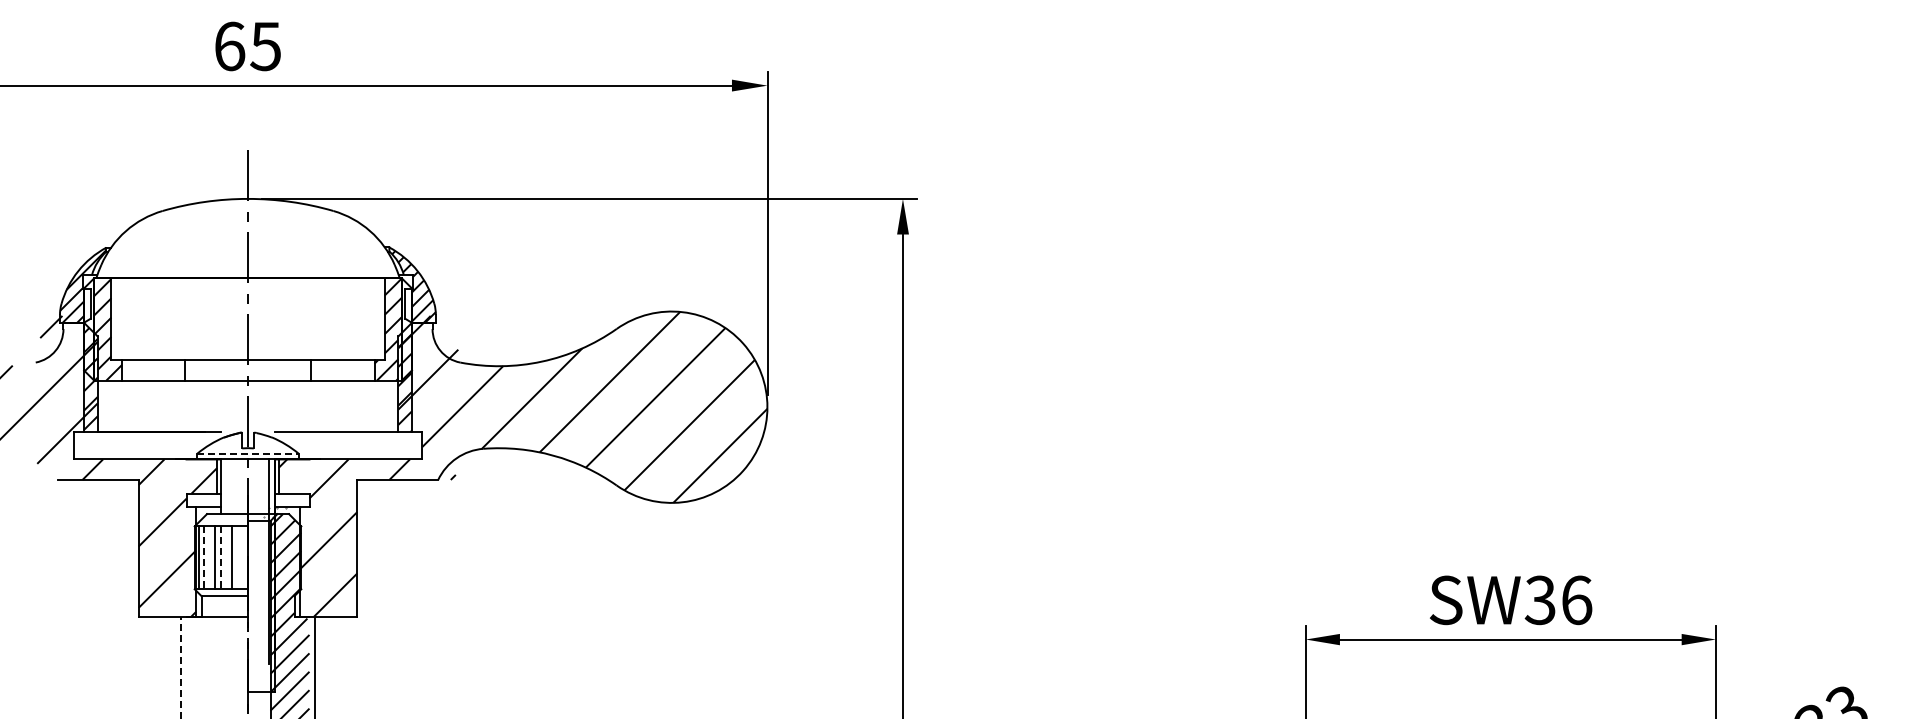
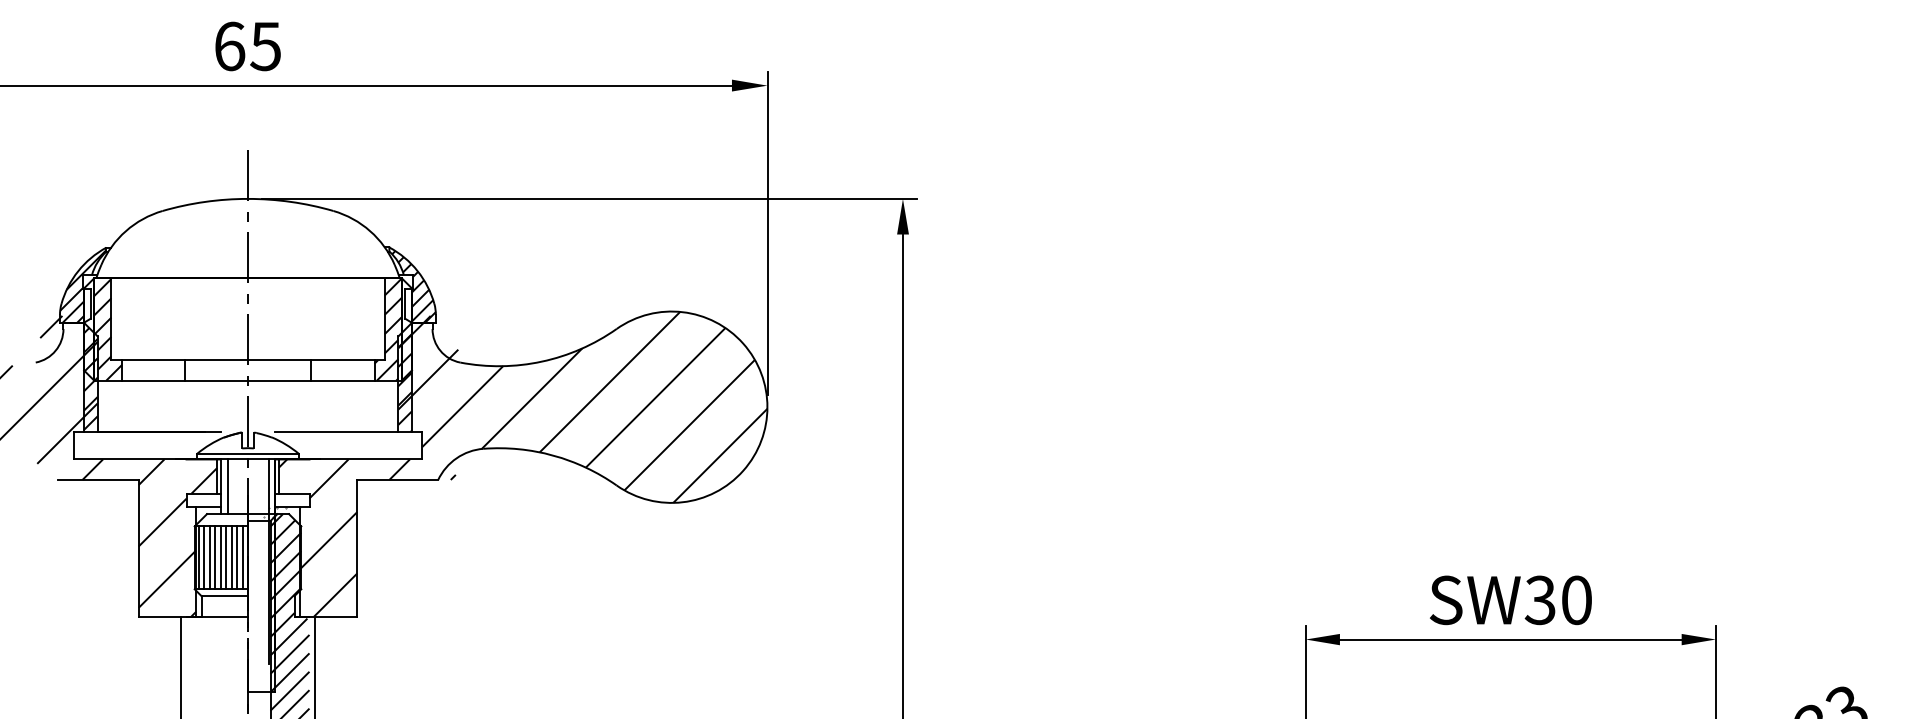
line at (248, 453): dashed -> solid
line at (227, 486): none -> present
line at (209, 557): none -> present
line at (226, 557): none -> present
line at (237, 557): none -> present
line at (242, 557): none -> present
line at (204, 558): dashed -> solid
line at (220, 558): dashed -> solid
text at (1577, 600): SW36 -> SW30
line at (181, 667): dashed -> solid
